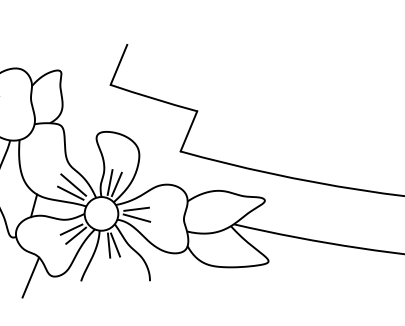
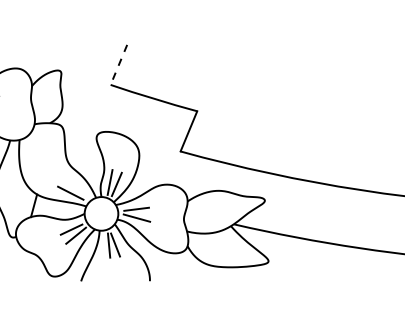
line at (118, 64): solid -> dashed
line at (73, 184): present -> none
line at (30, 277): present -> none
